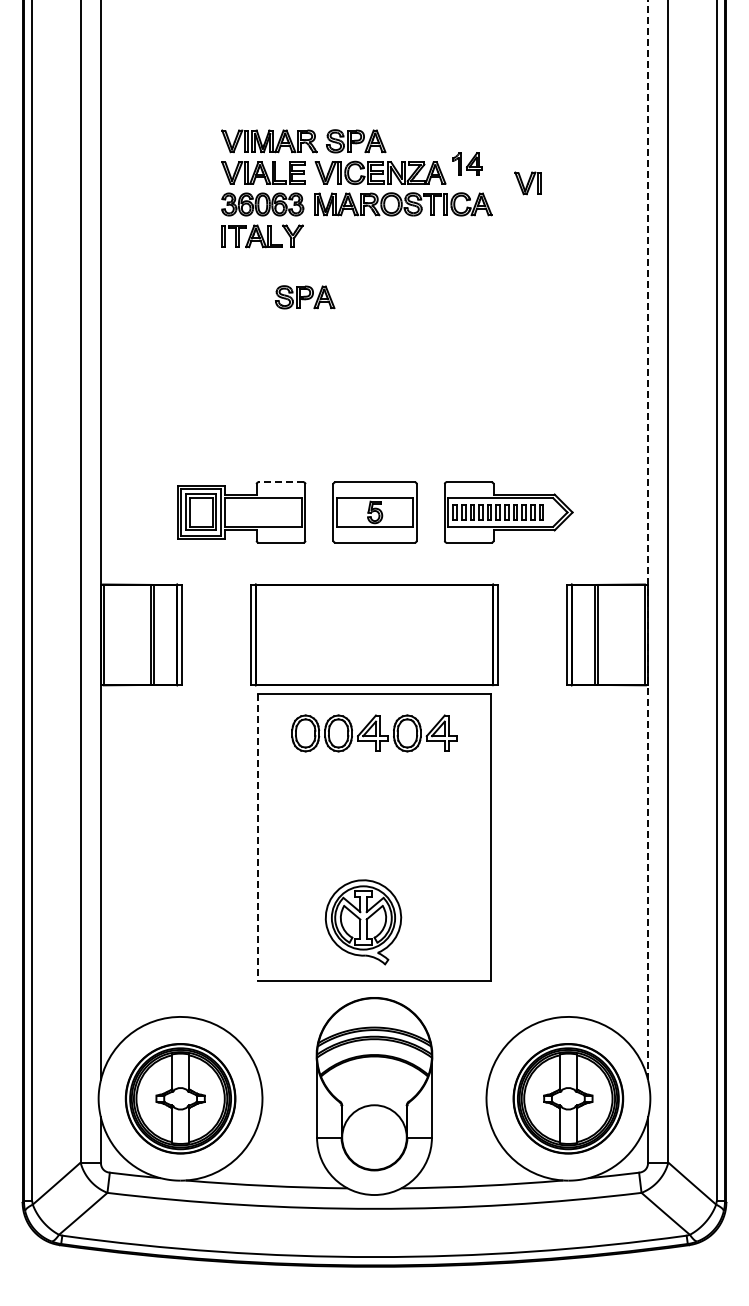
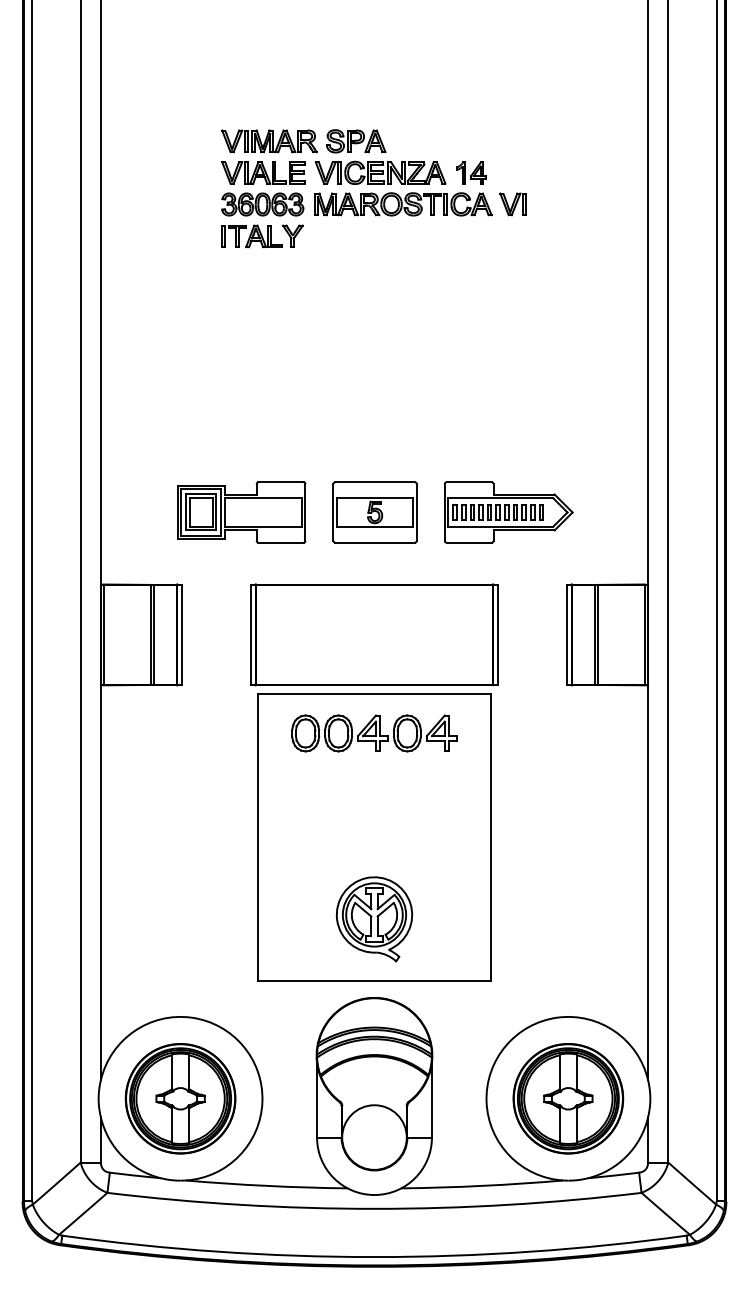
part at (467, 163) position: (467, 163) -> (471, 172)
part at (527, 183) position: (527, 183) -> (512, 204)
part at (305, 297): present -> none
line at (281, 482): dashed -> solid
line at (648, 540): dashed -> solid
line at (258, 837): dashed -> solid
part at (363, 922) position: (363, 922) -> (374, 919)
